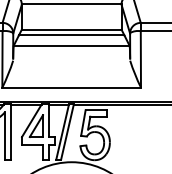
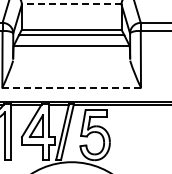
line at (71, 4): solid -> dashed
line at (71, 87): solid -> dashed
